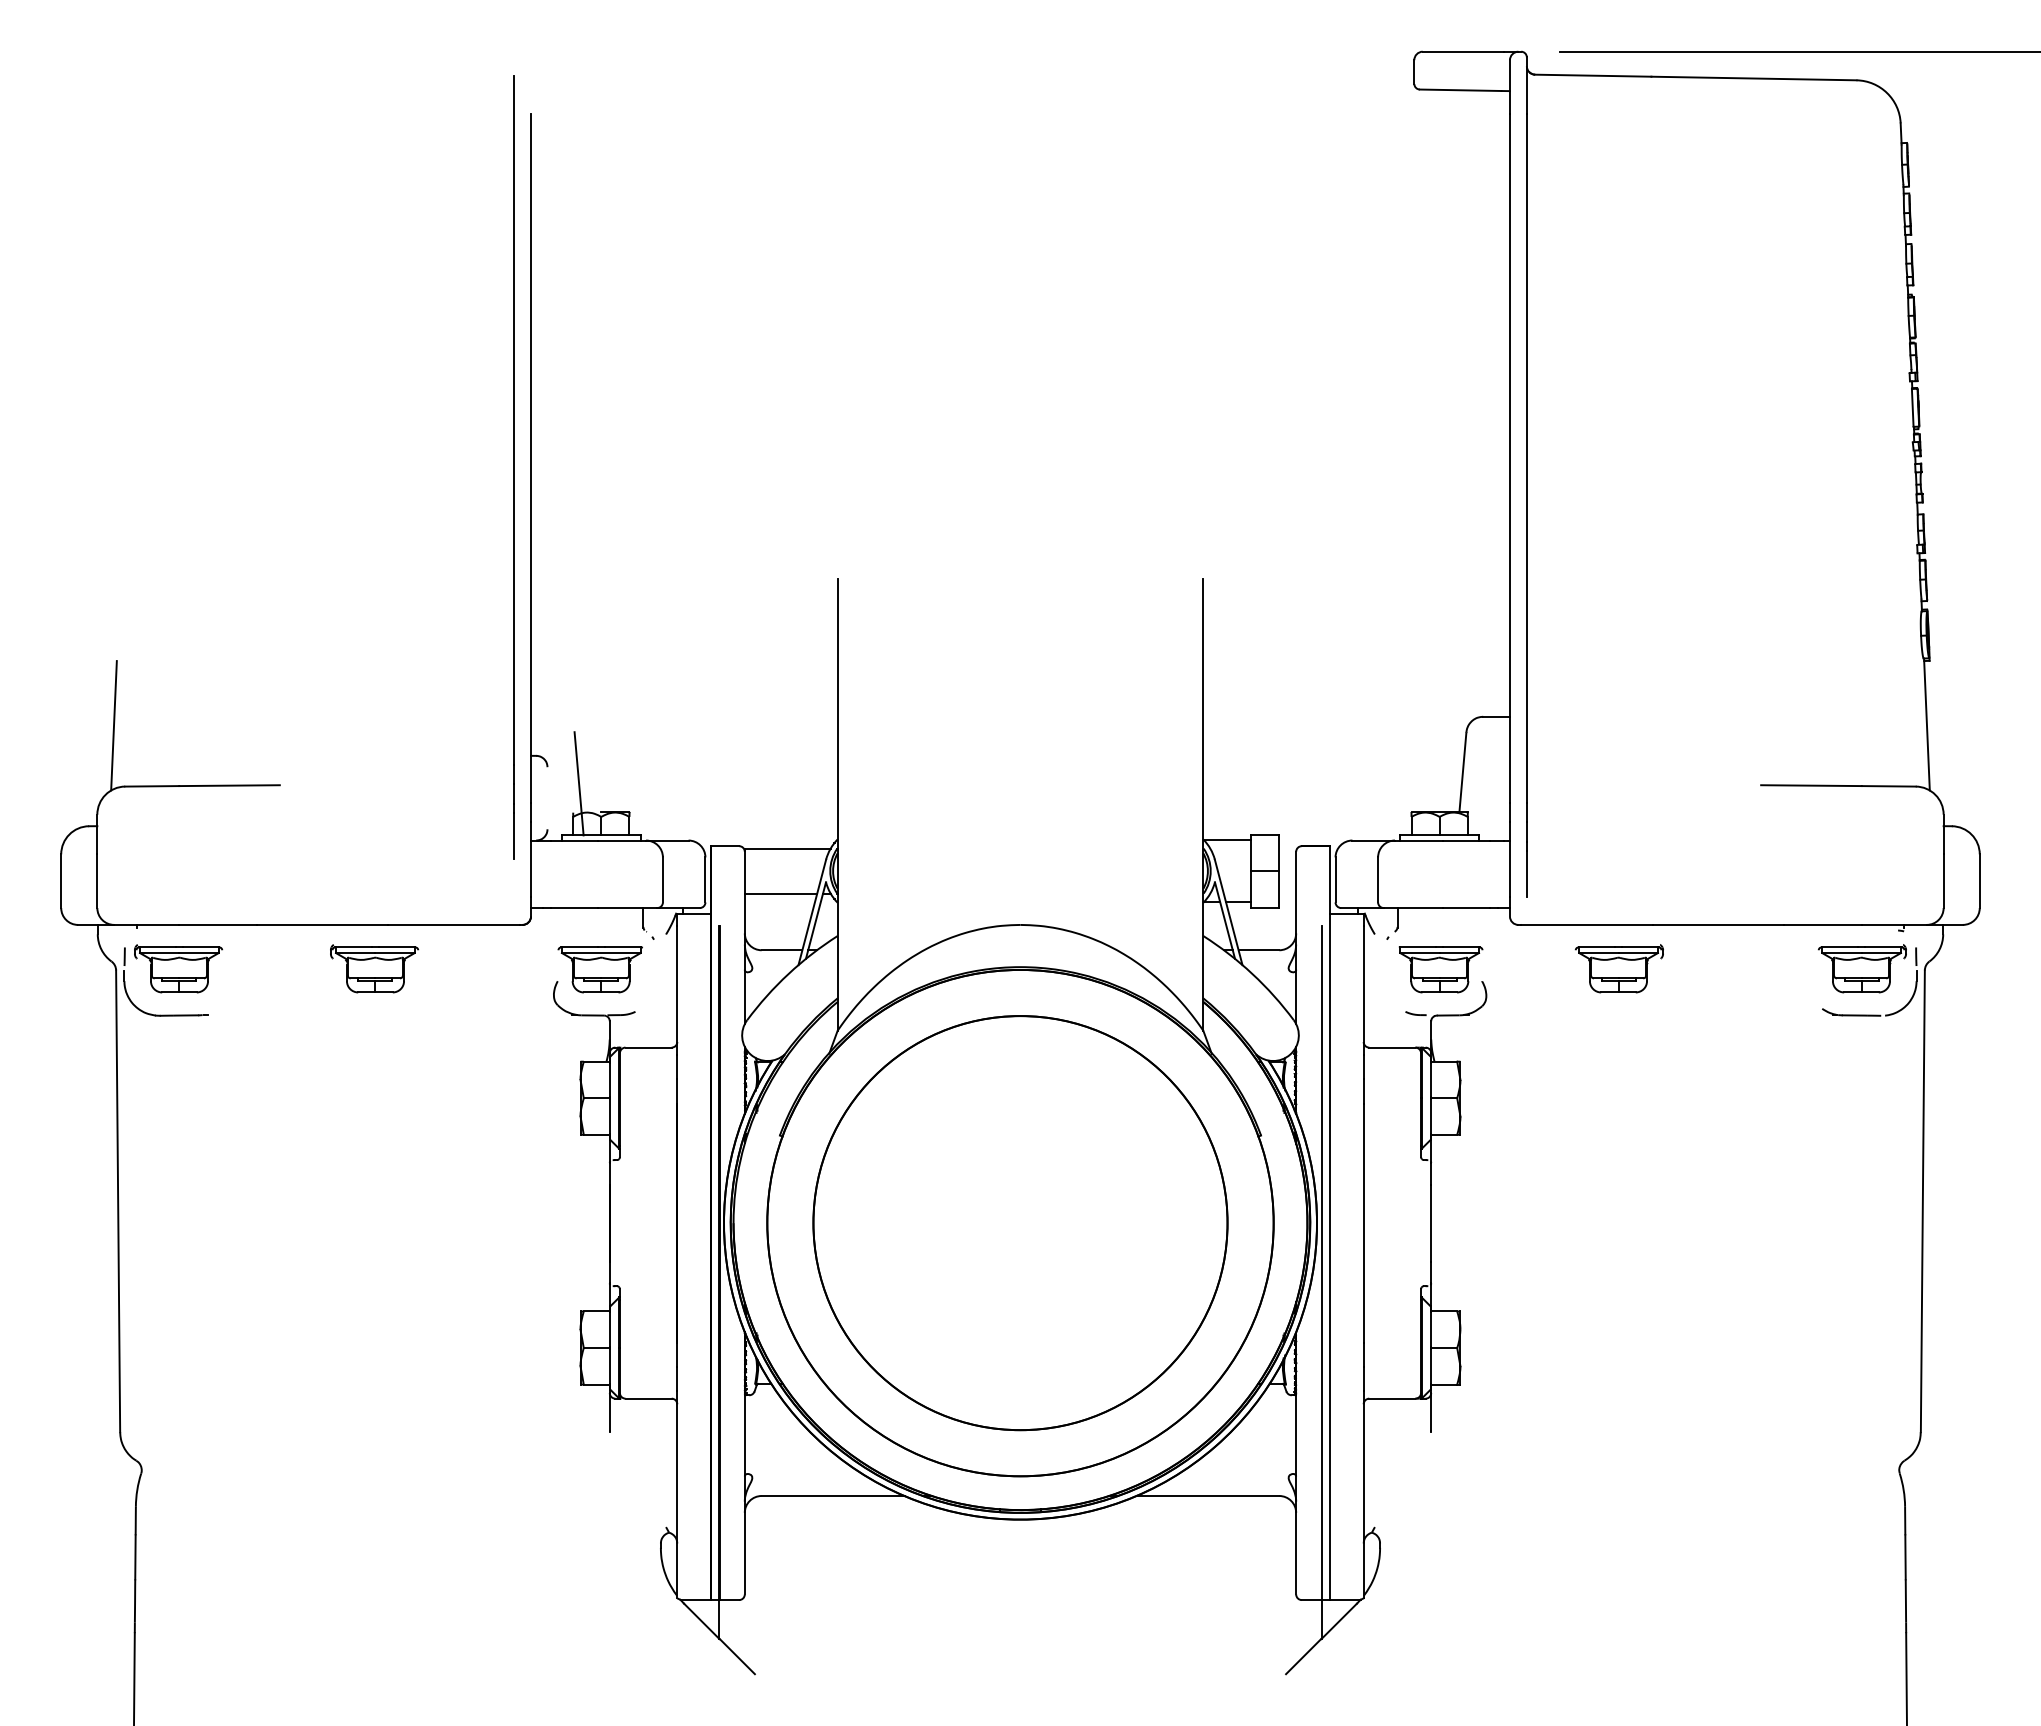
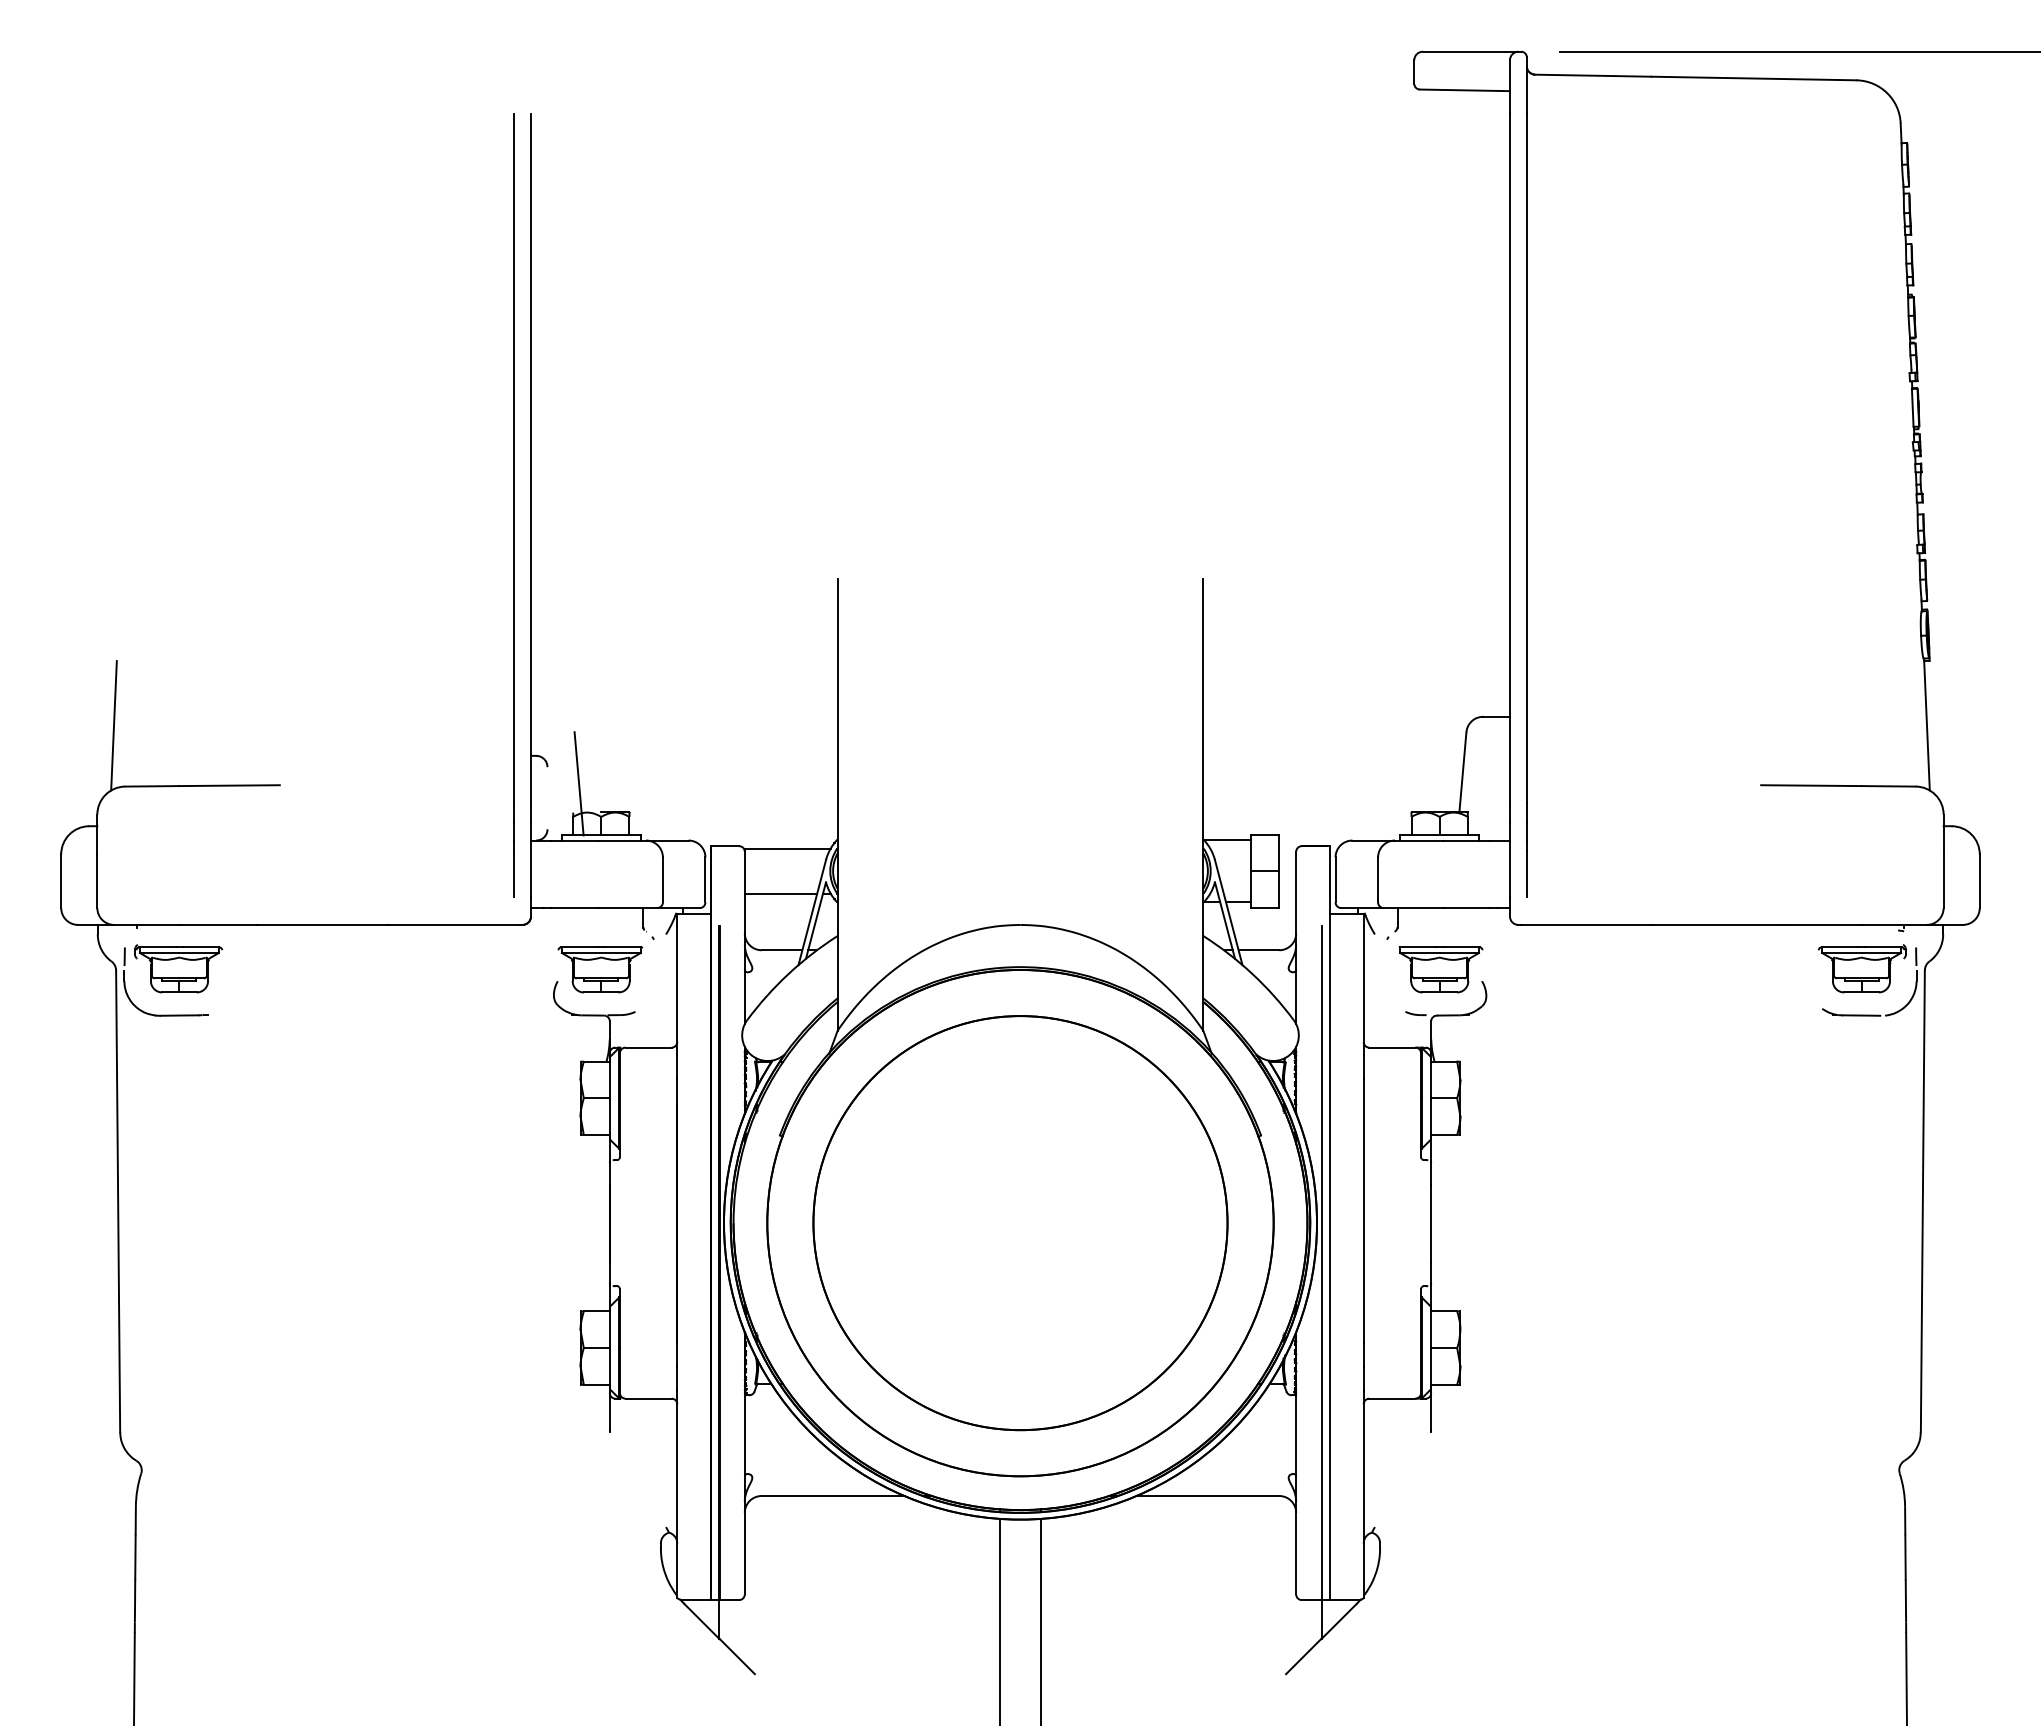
line at (513, 467) position: (513, 467) -> (513, 505)
part at (374, 968): present -> none
part at (1618, 968): present -> none
line at (999, 1620): none -> present
line at (1041, 1620): none -> present
